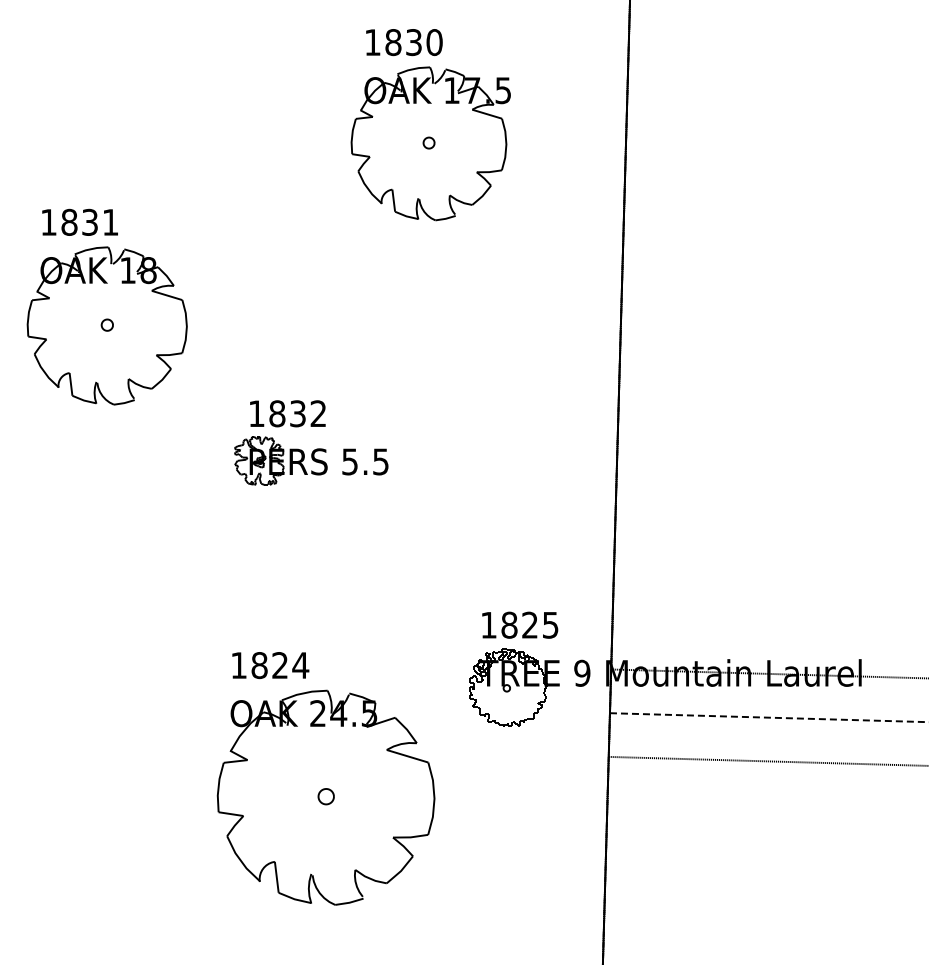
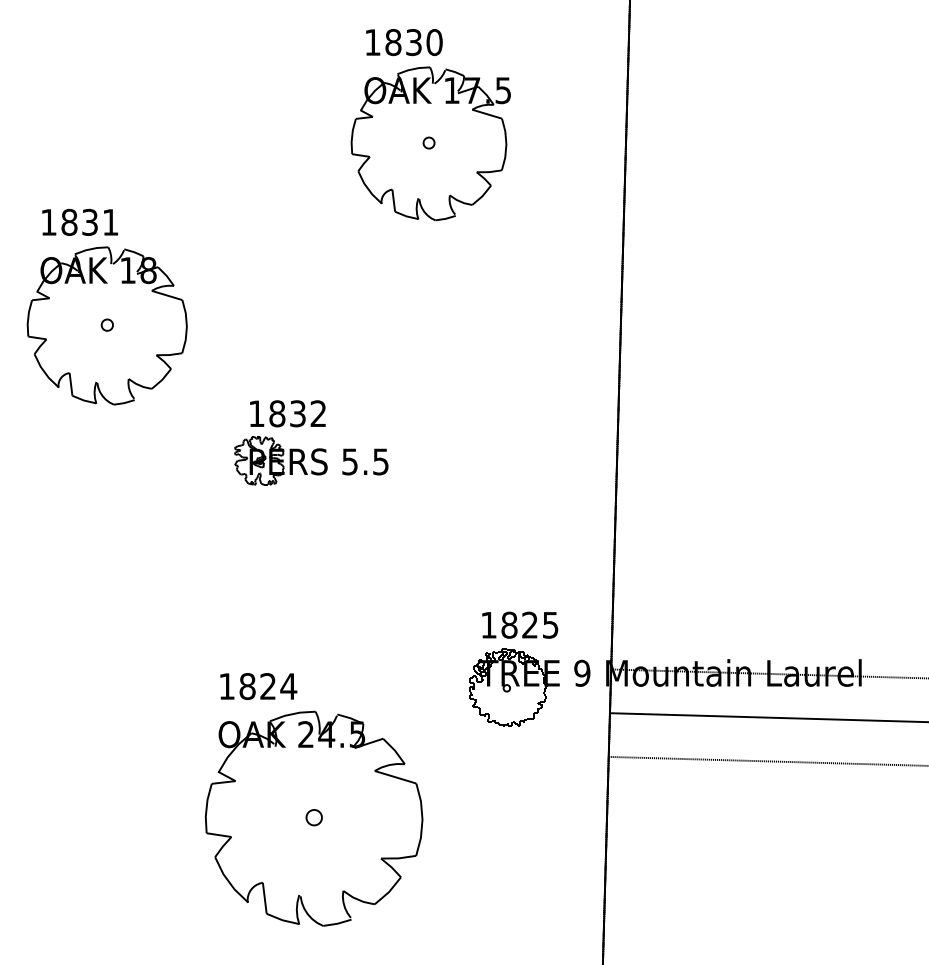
line at (769, 717): dashed -> solid
part at (325, 778) position: (325, 778) -> (313, 799)
